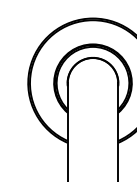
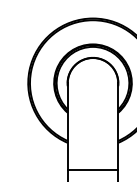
line at (92, 169): none -> present
